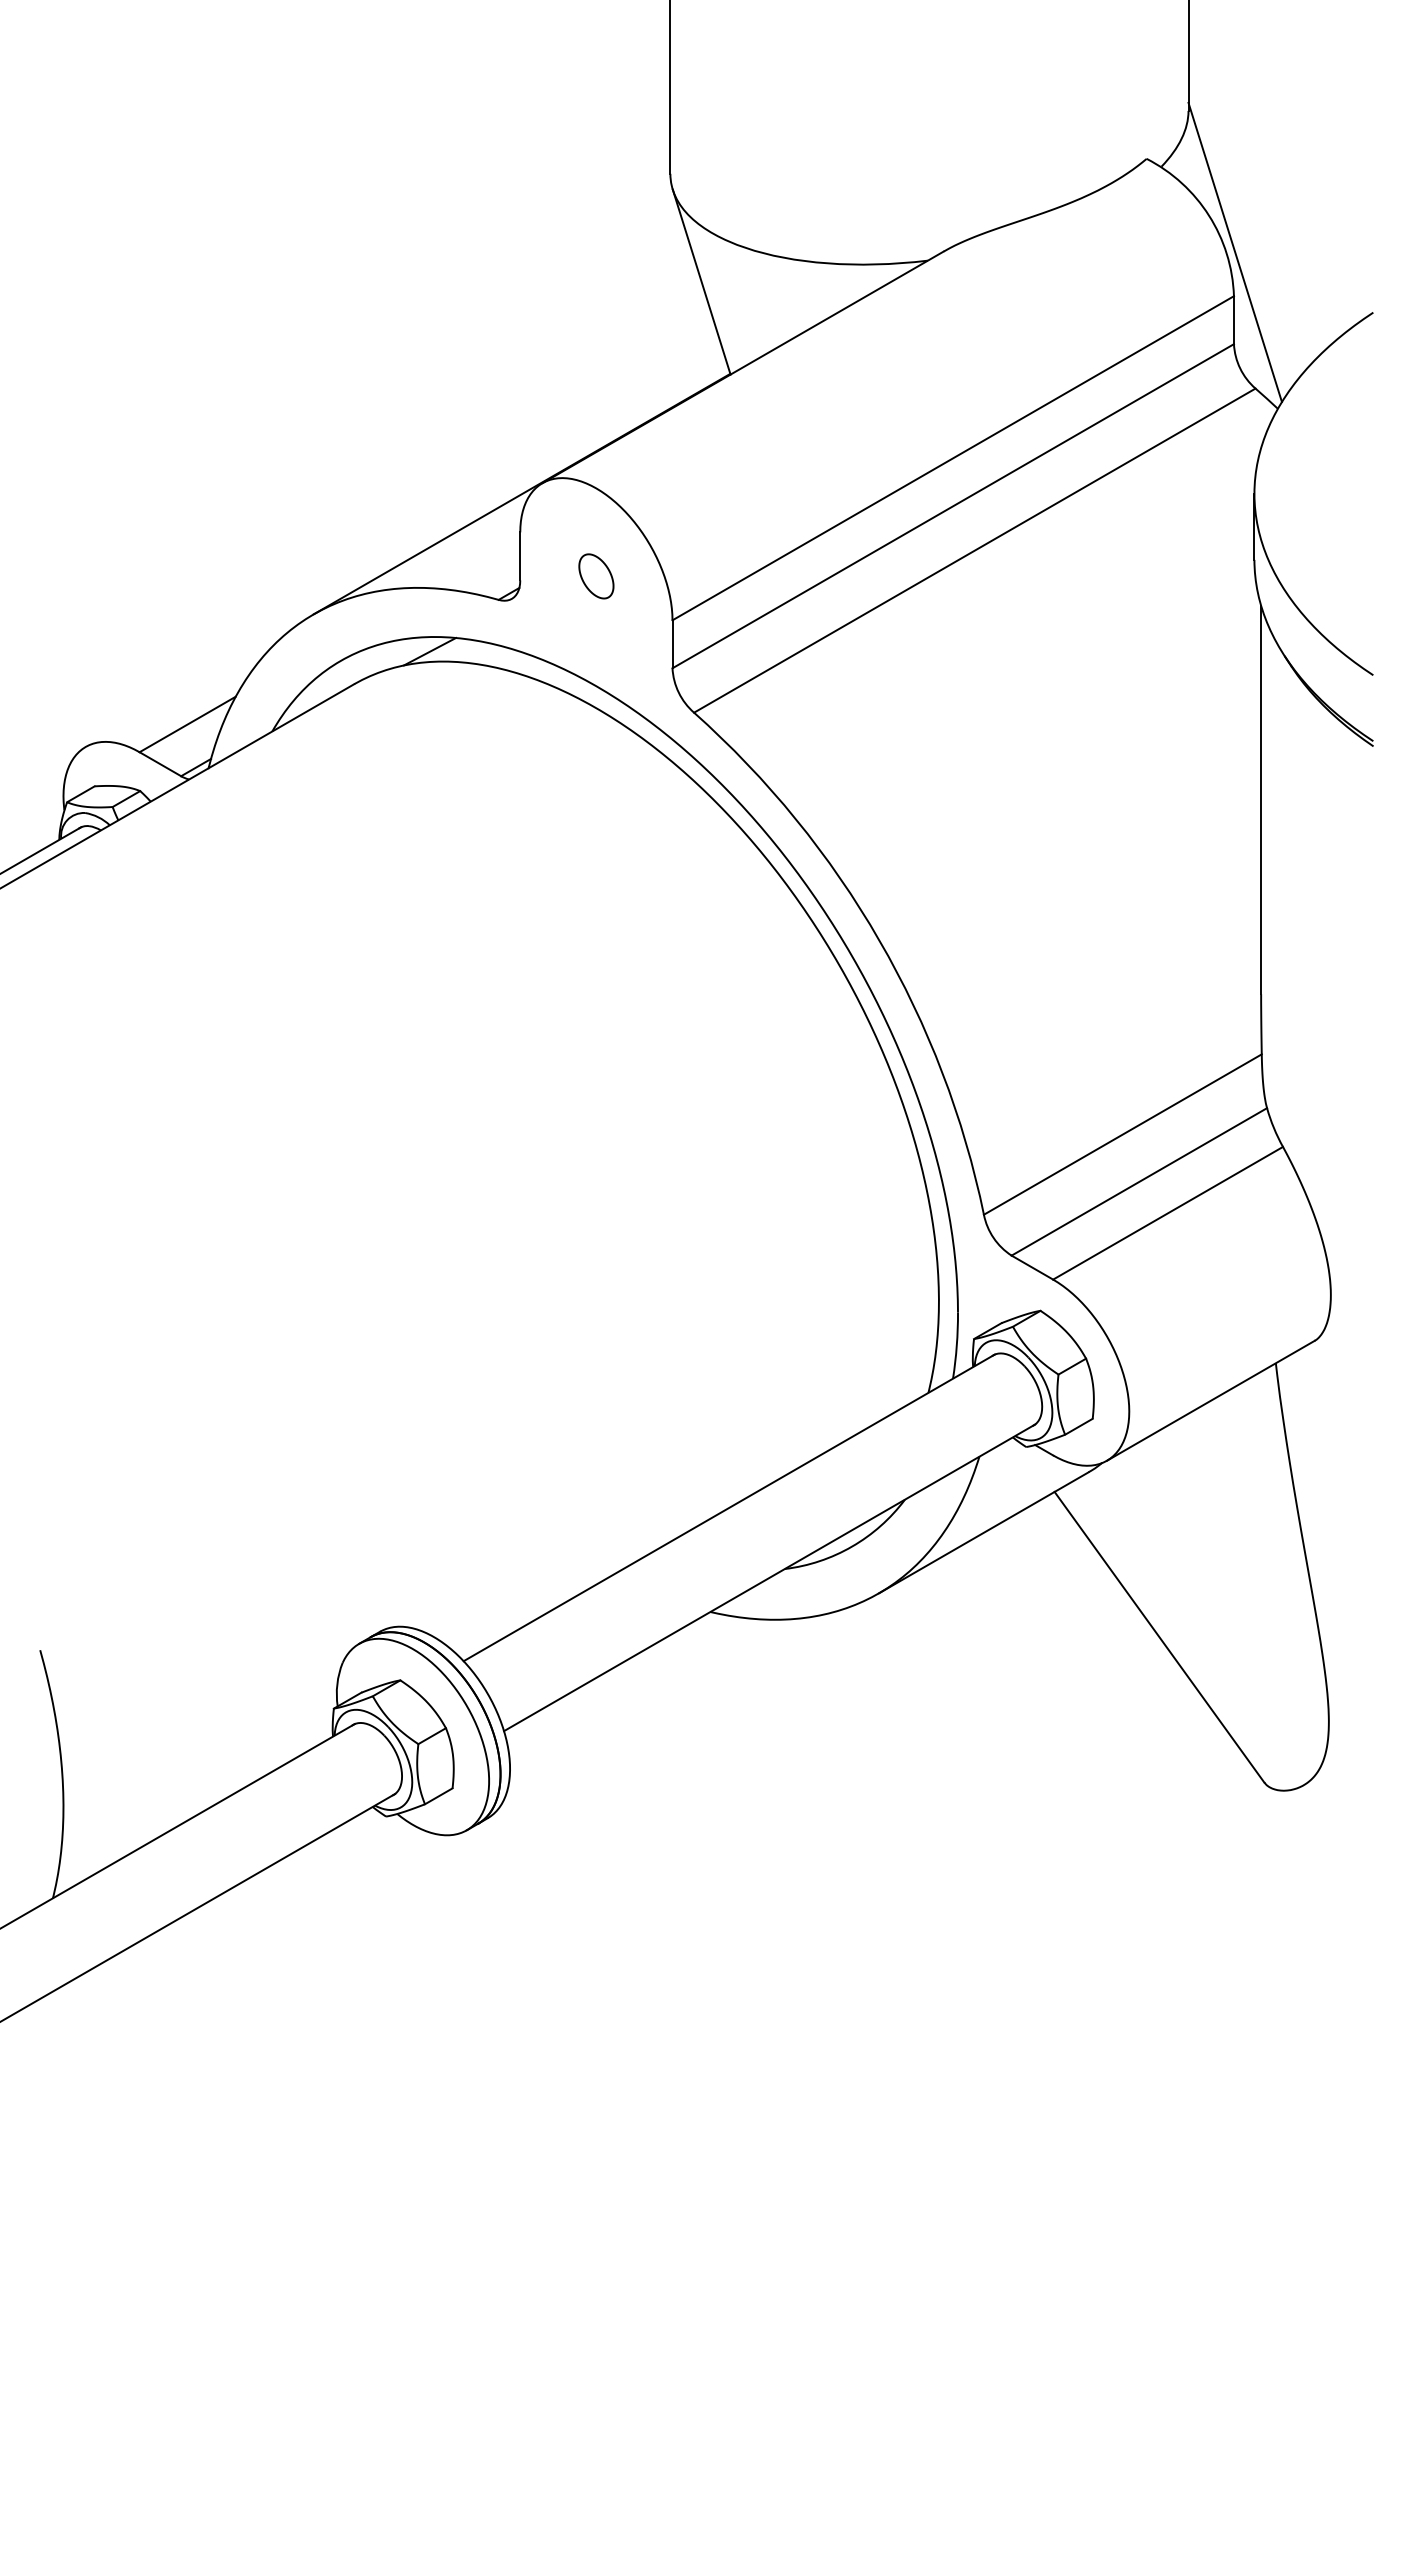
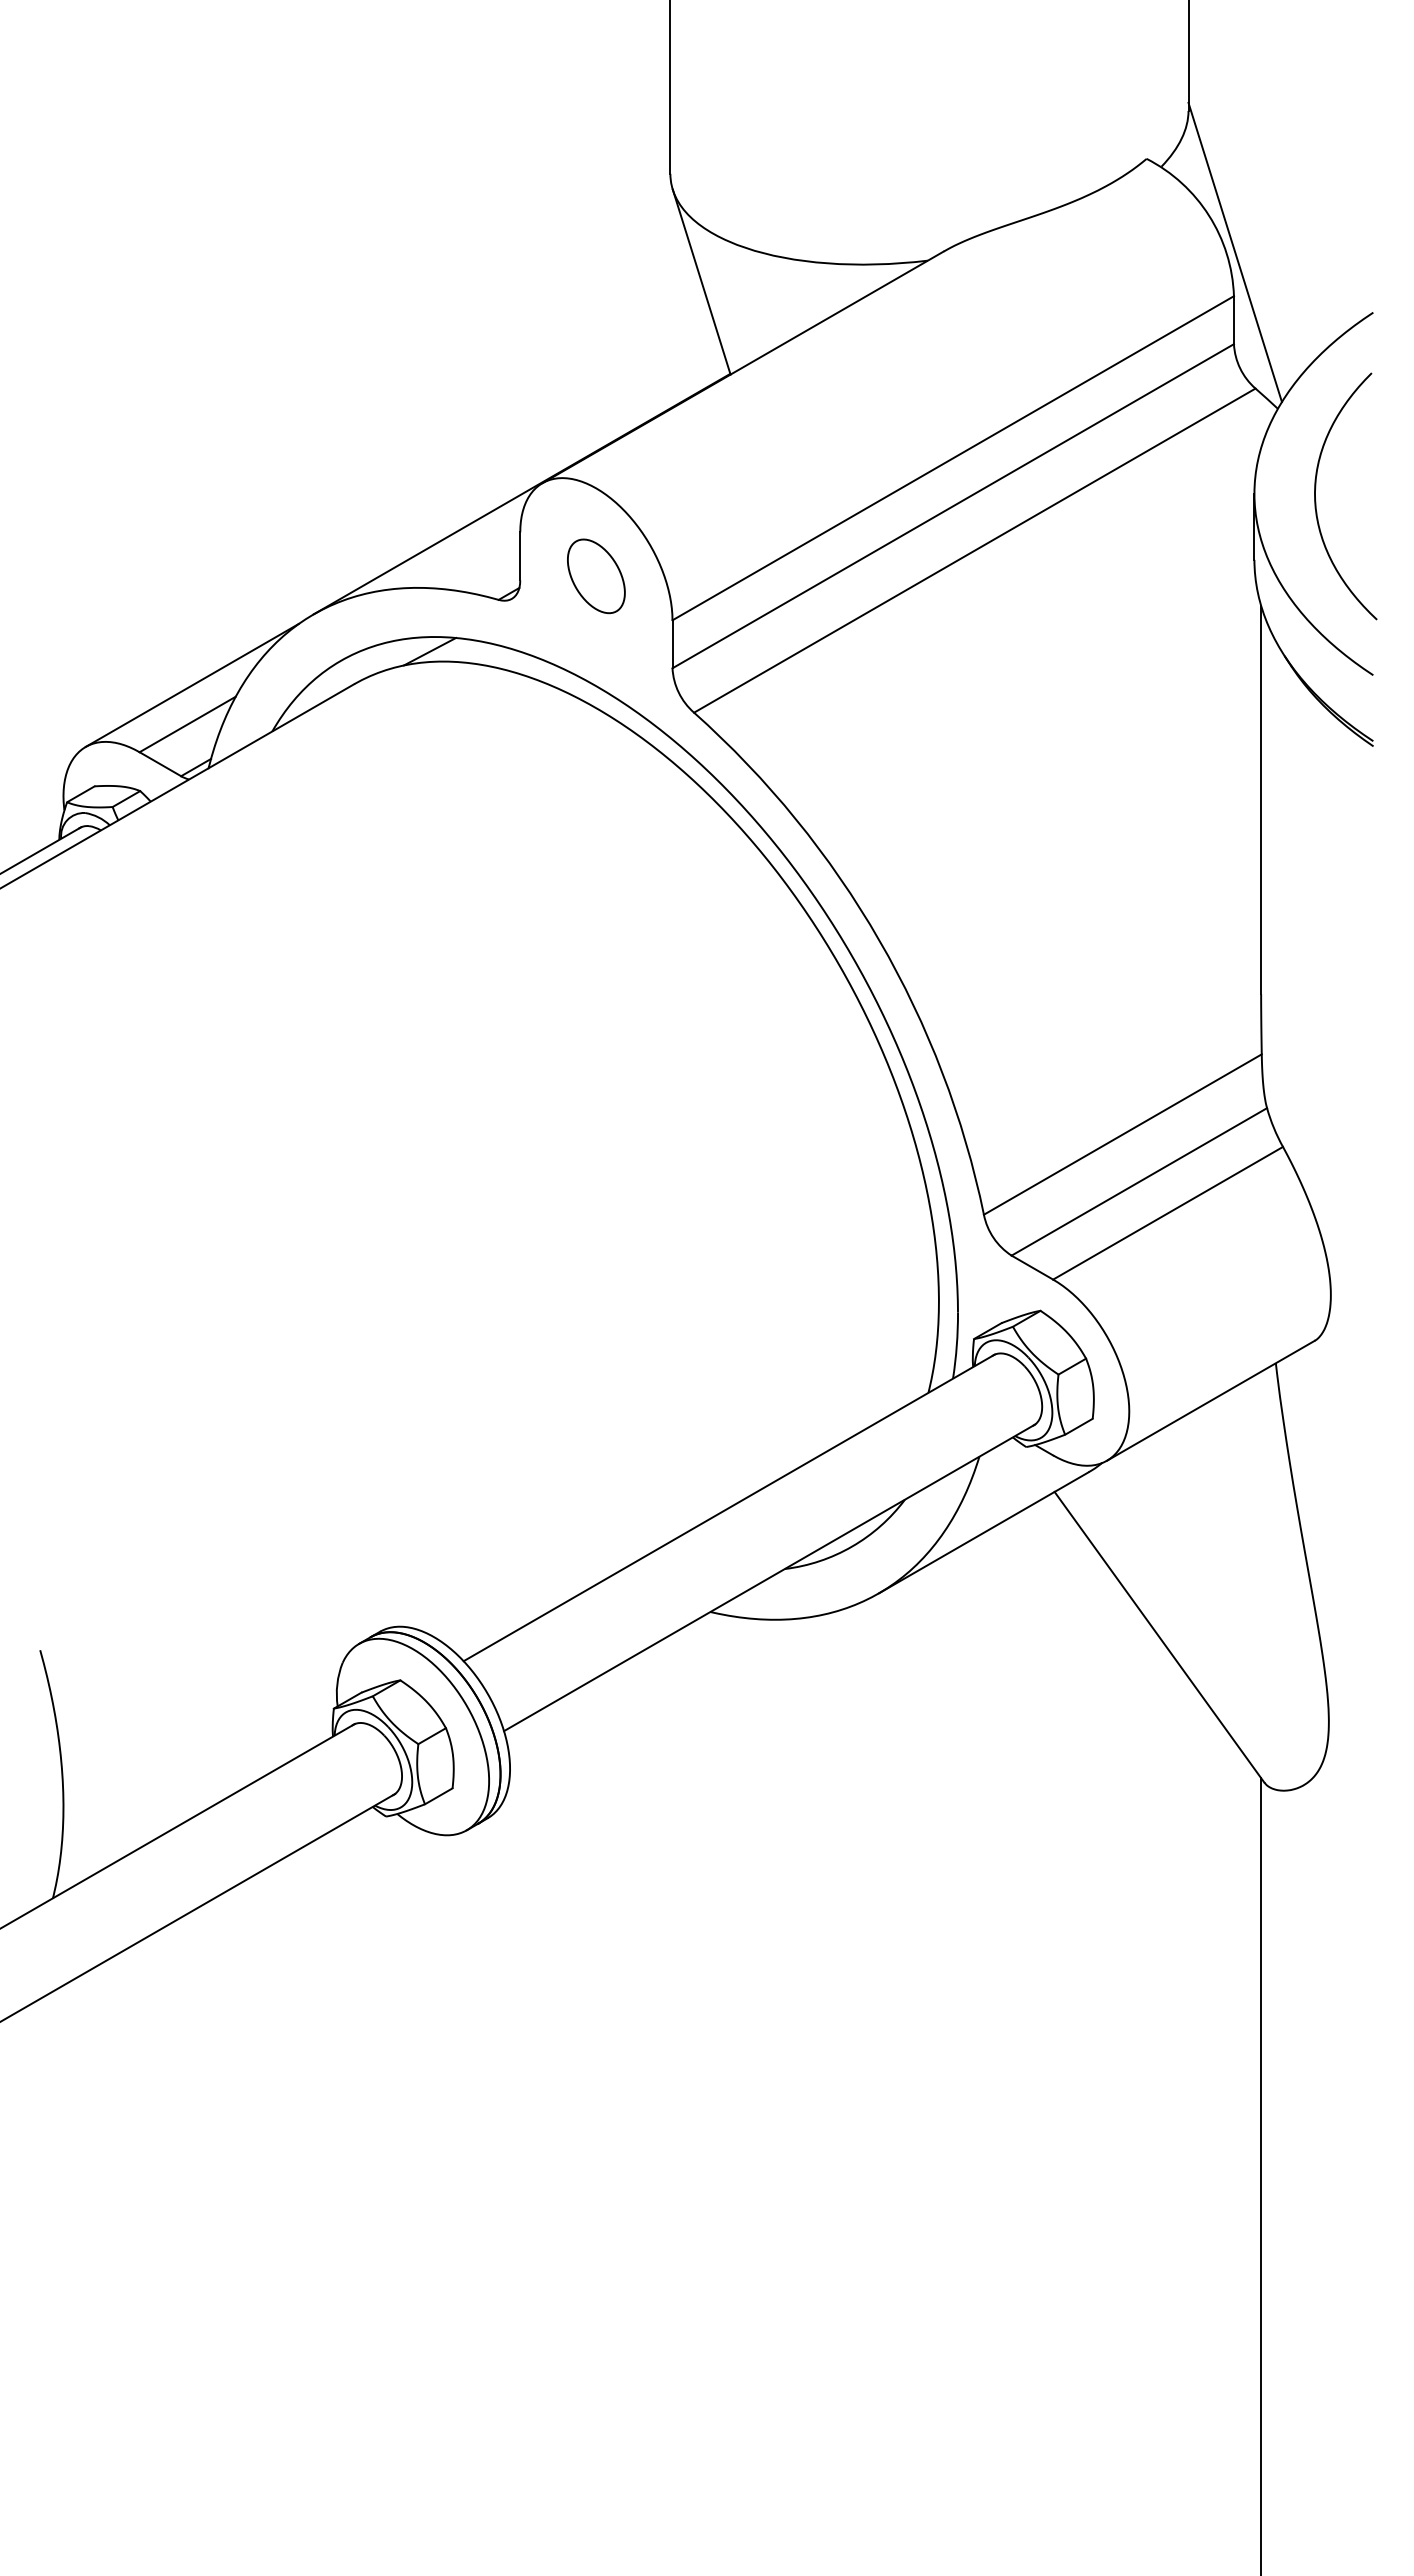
curve at (1316, 501): none -> present
part at (596, 576) size: 37x47 px -> 59x77 px
line at (191, 684): none -> present
line at (1261, 2175): none -> present
